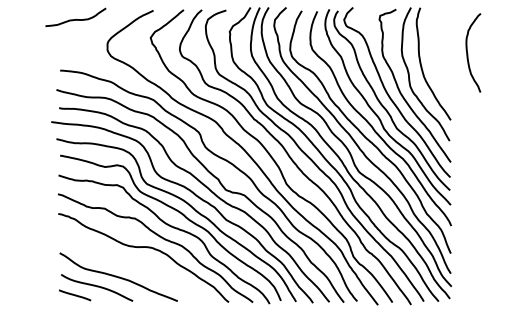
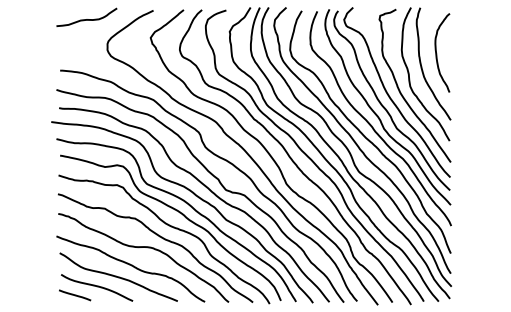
curve at (75, 19) position: (75, 19) -> (86, 19)
curve at (468, 53) position: (468, 53) -> (437, 53)
curve at (131, 266): none -> present
